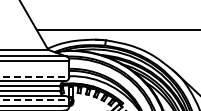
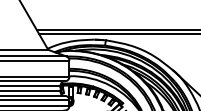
line at (118, 34): none -> present
line at (35, 76): dashed -> solid
line at (35, 100): dashed -> solid
